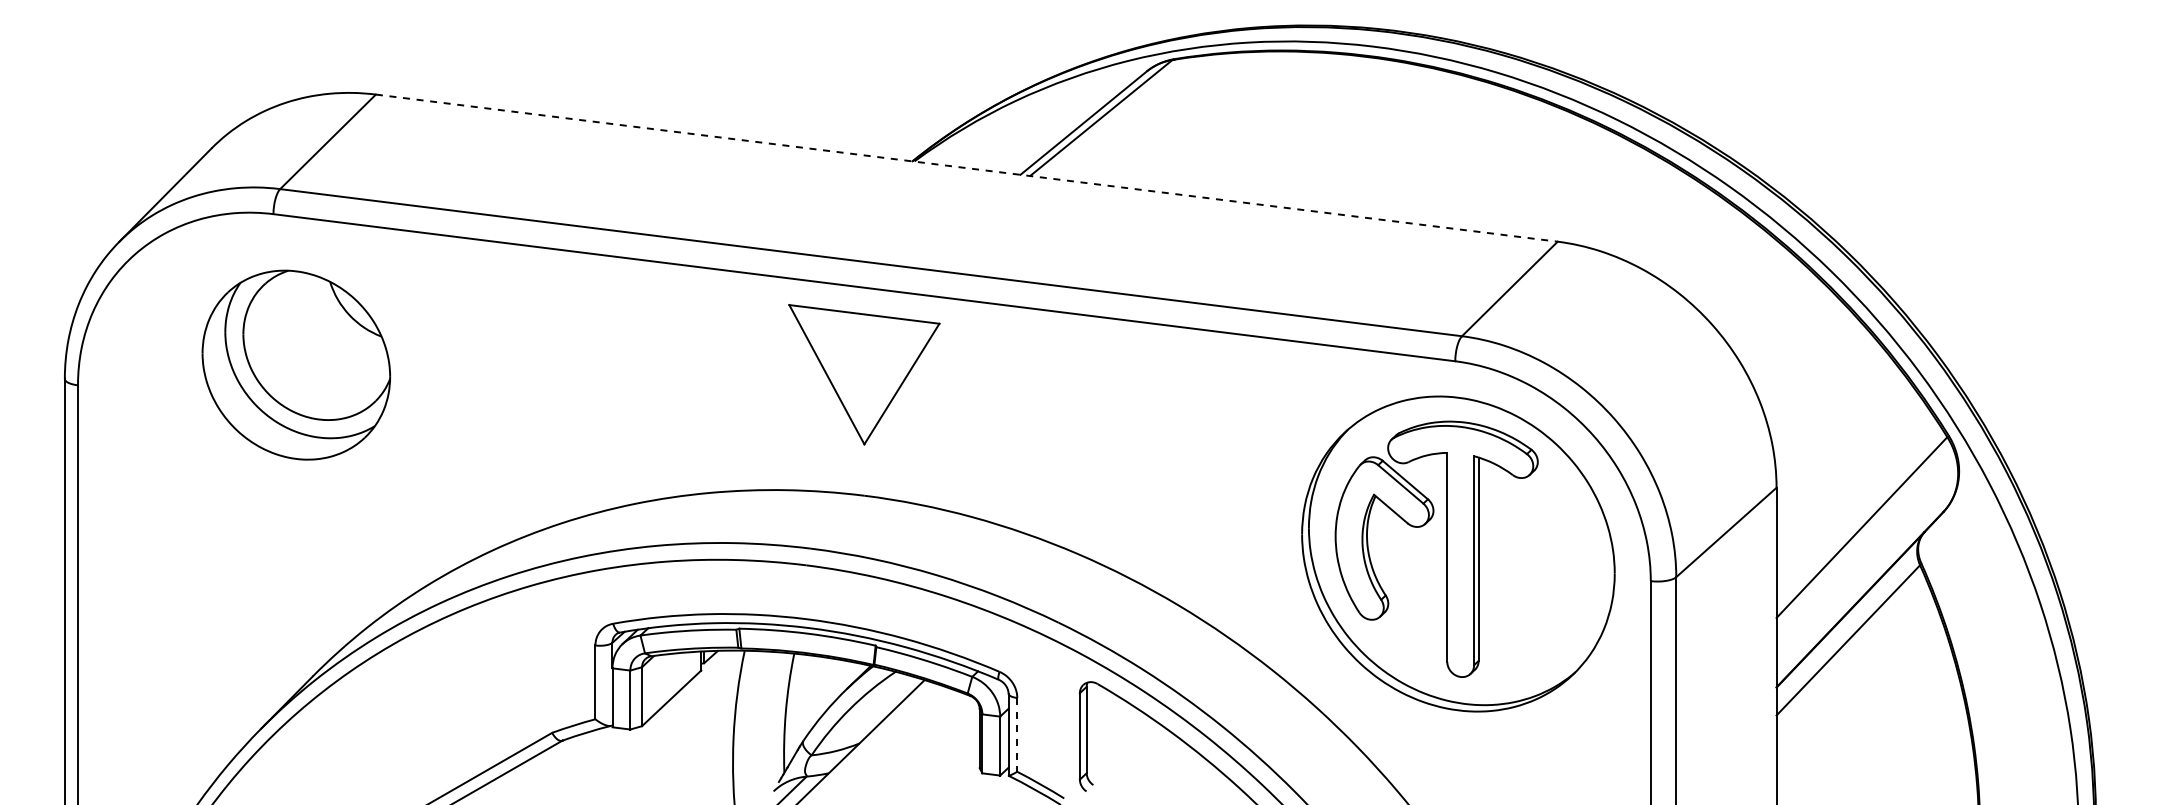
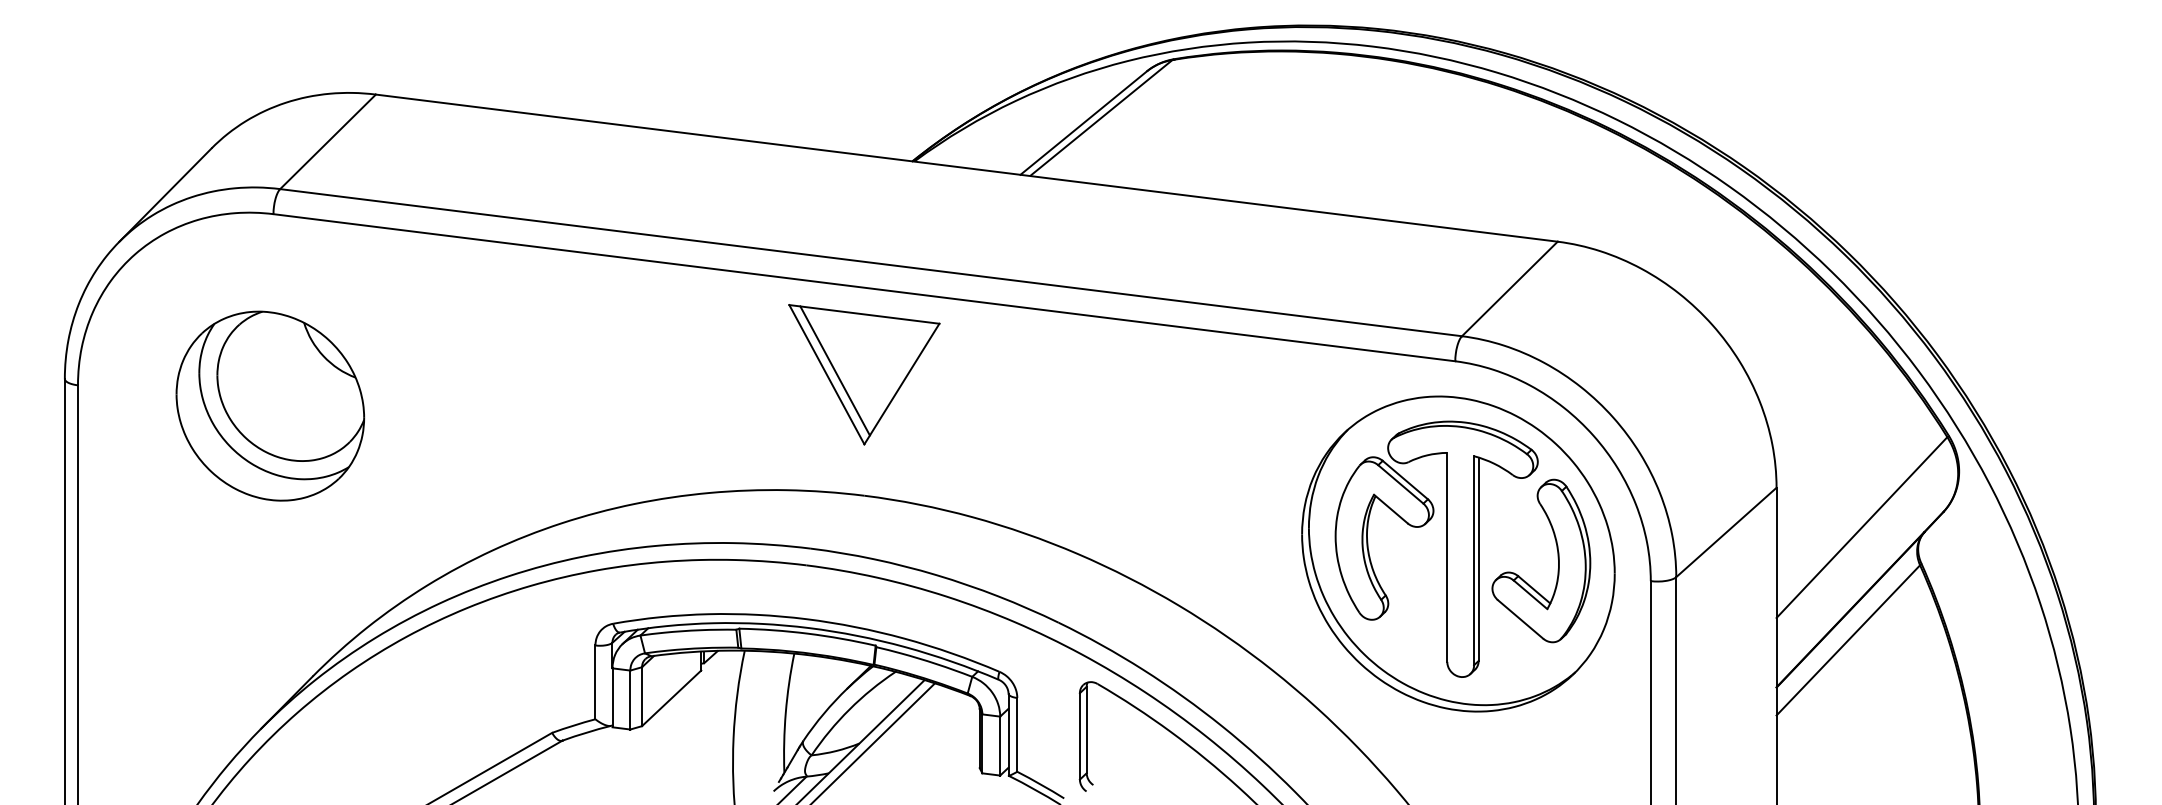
line at (967, 168): dashed -> solid
part at (296, 364) position: (296, 364) -> (270, 405)
line at (834, 370): none -> present
part at (1557, 558): none -> present
line at (1017, 734): dashed -> solid
line at (873, 742): none -> present
